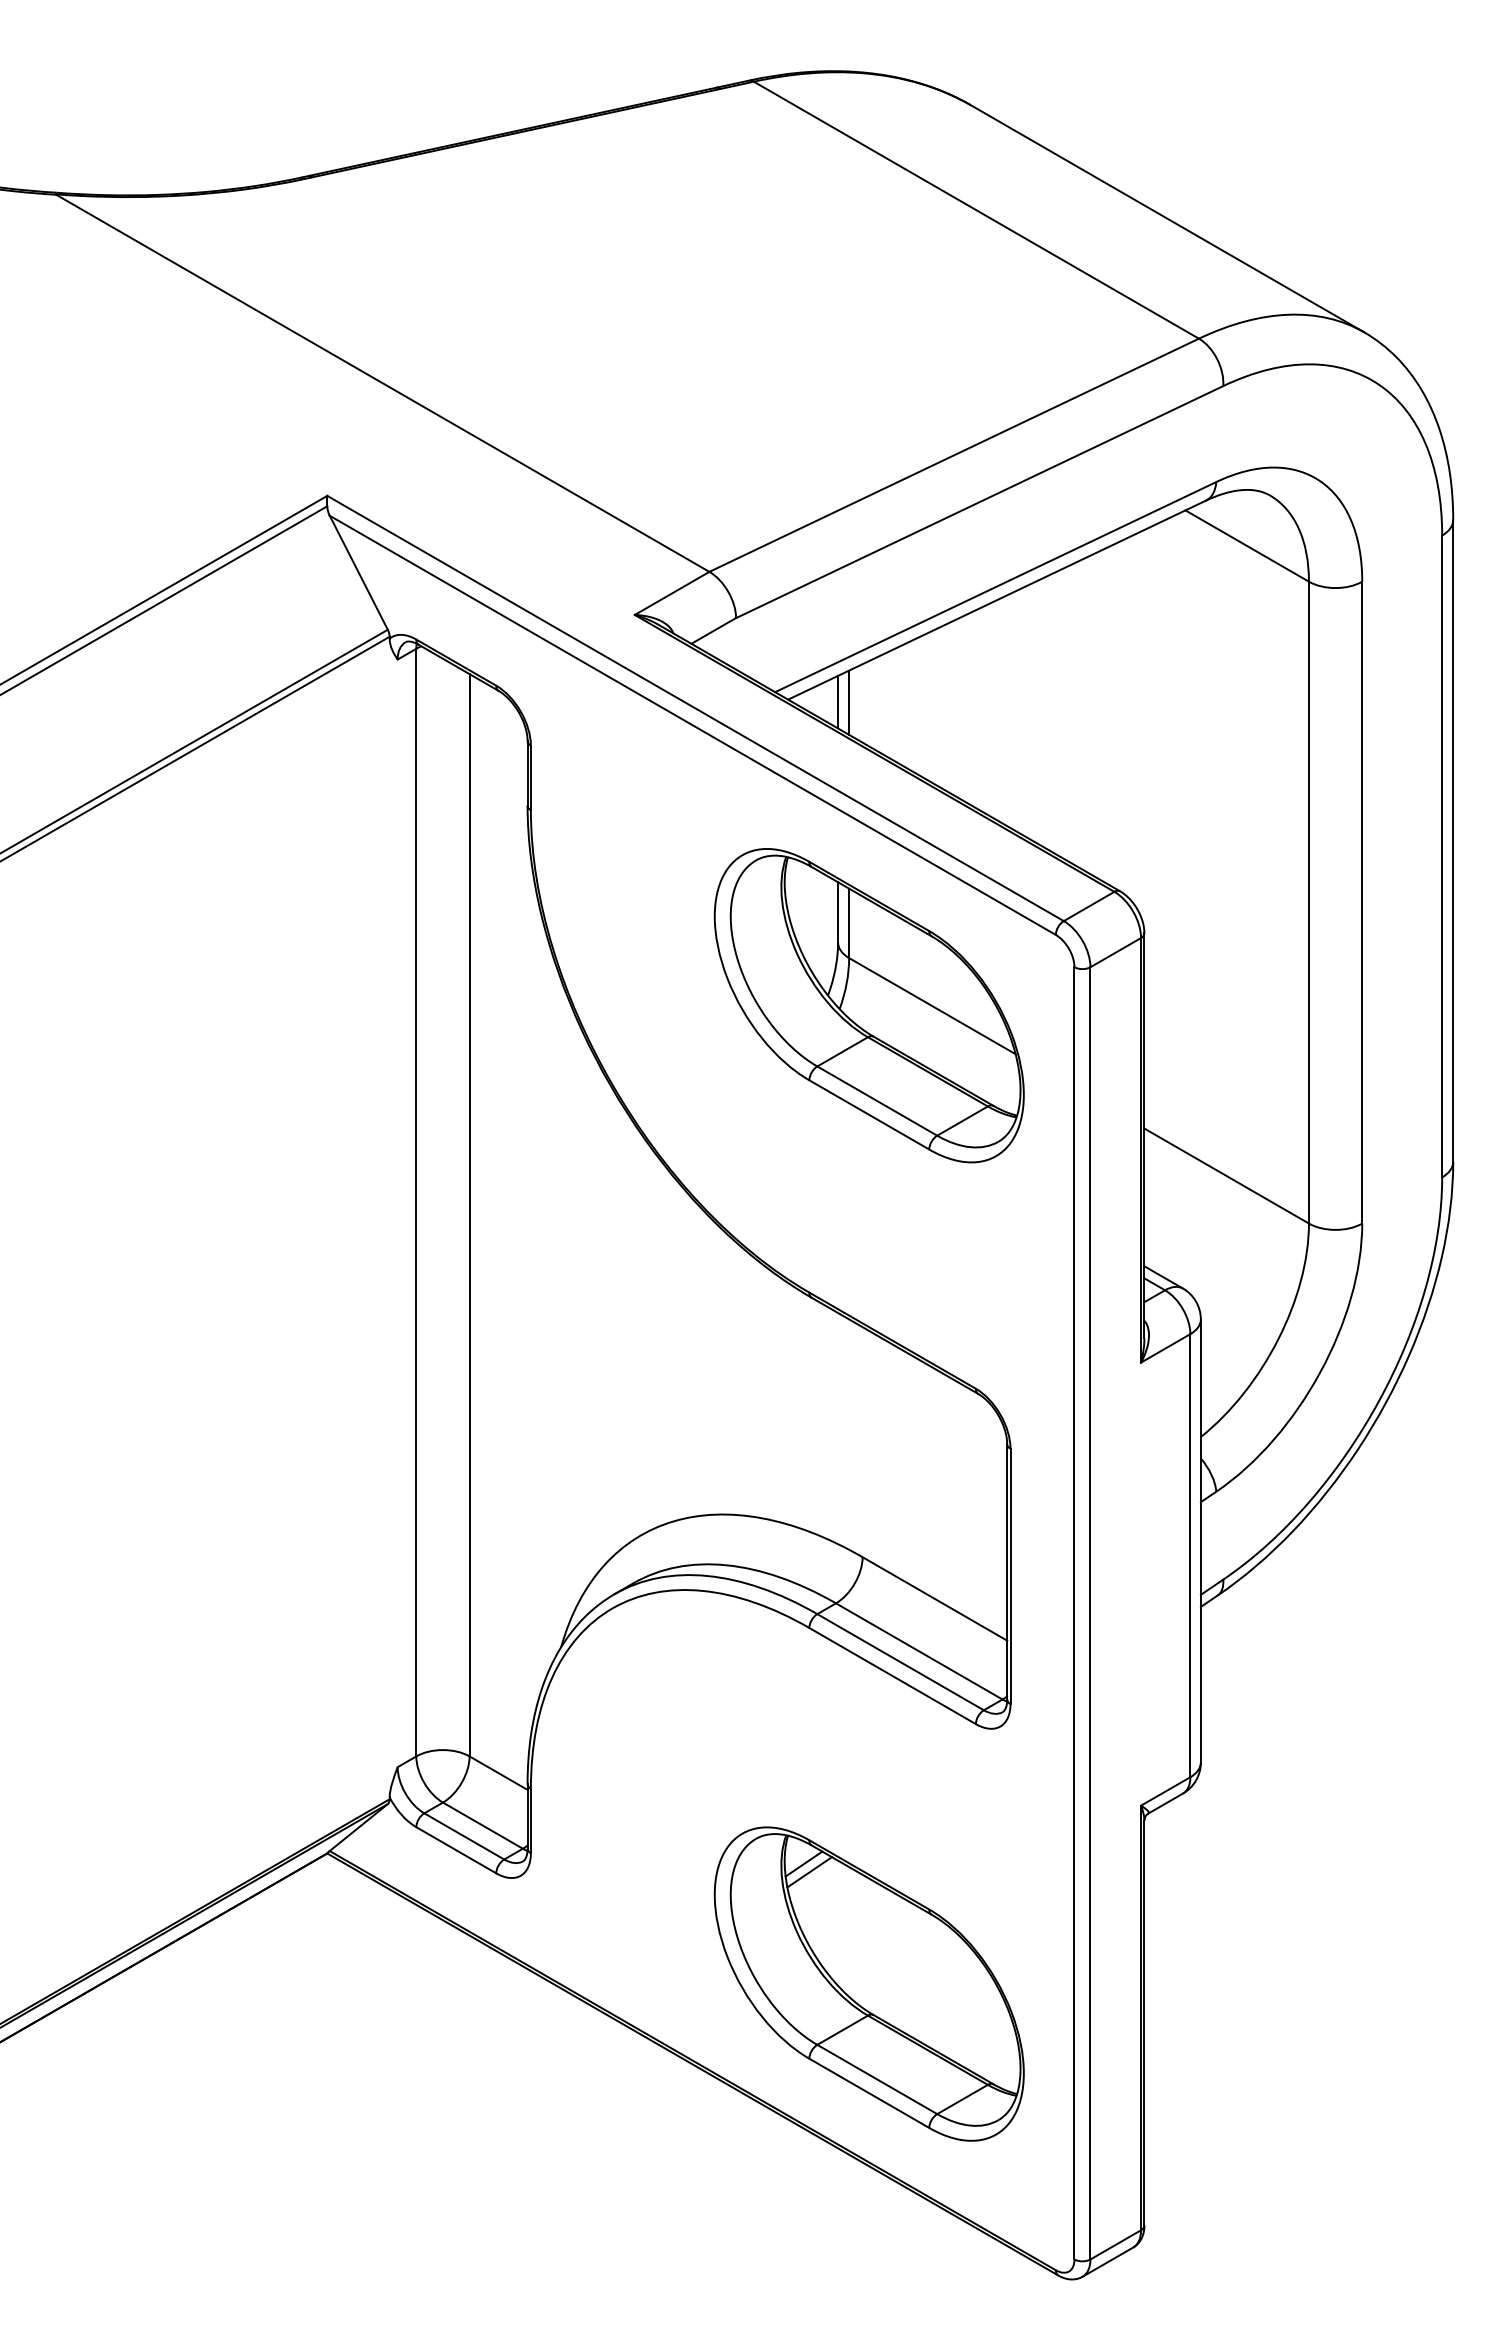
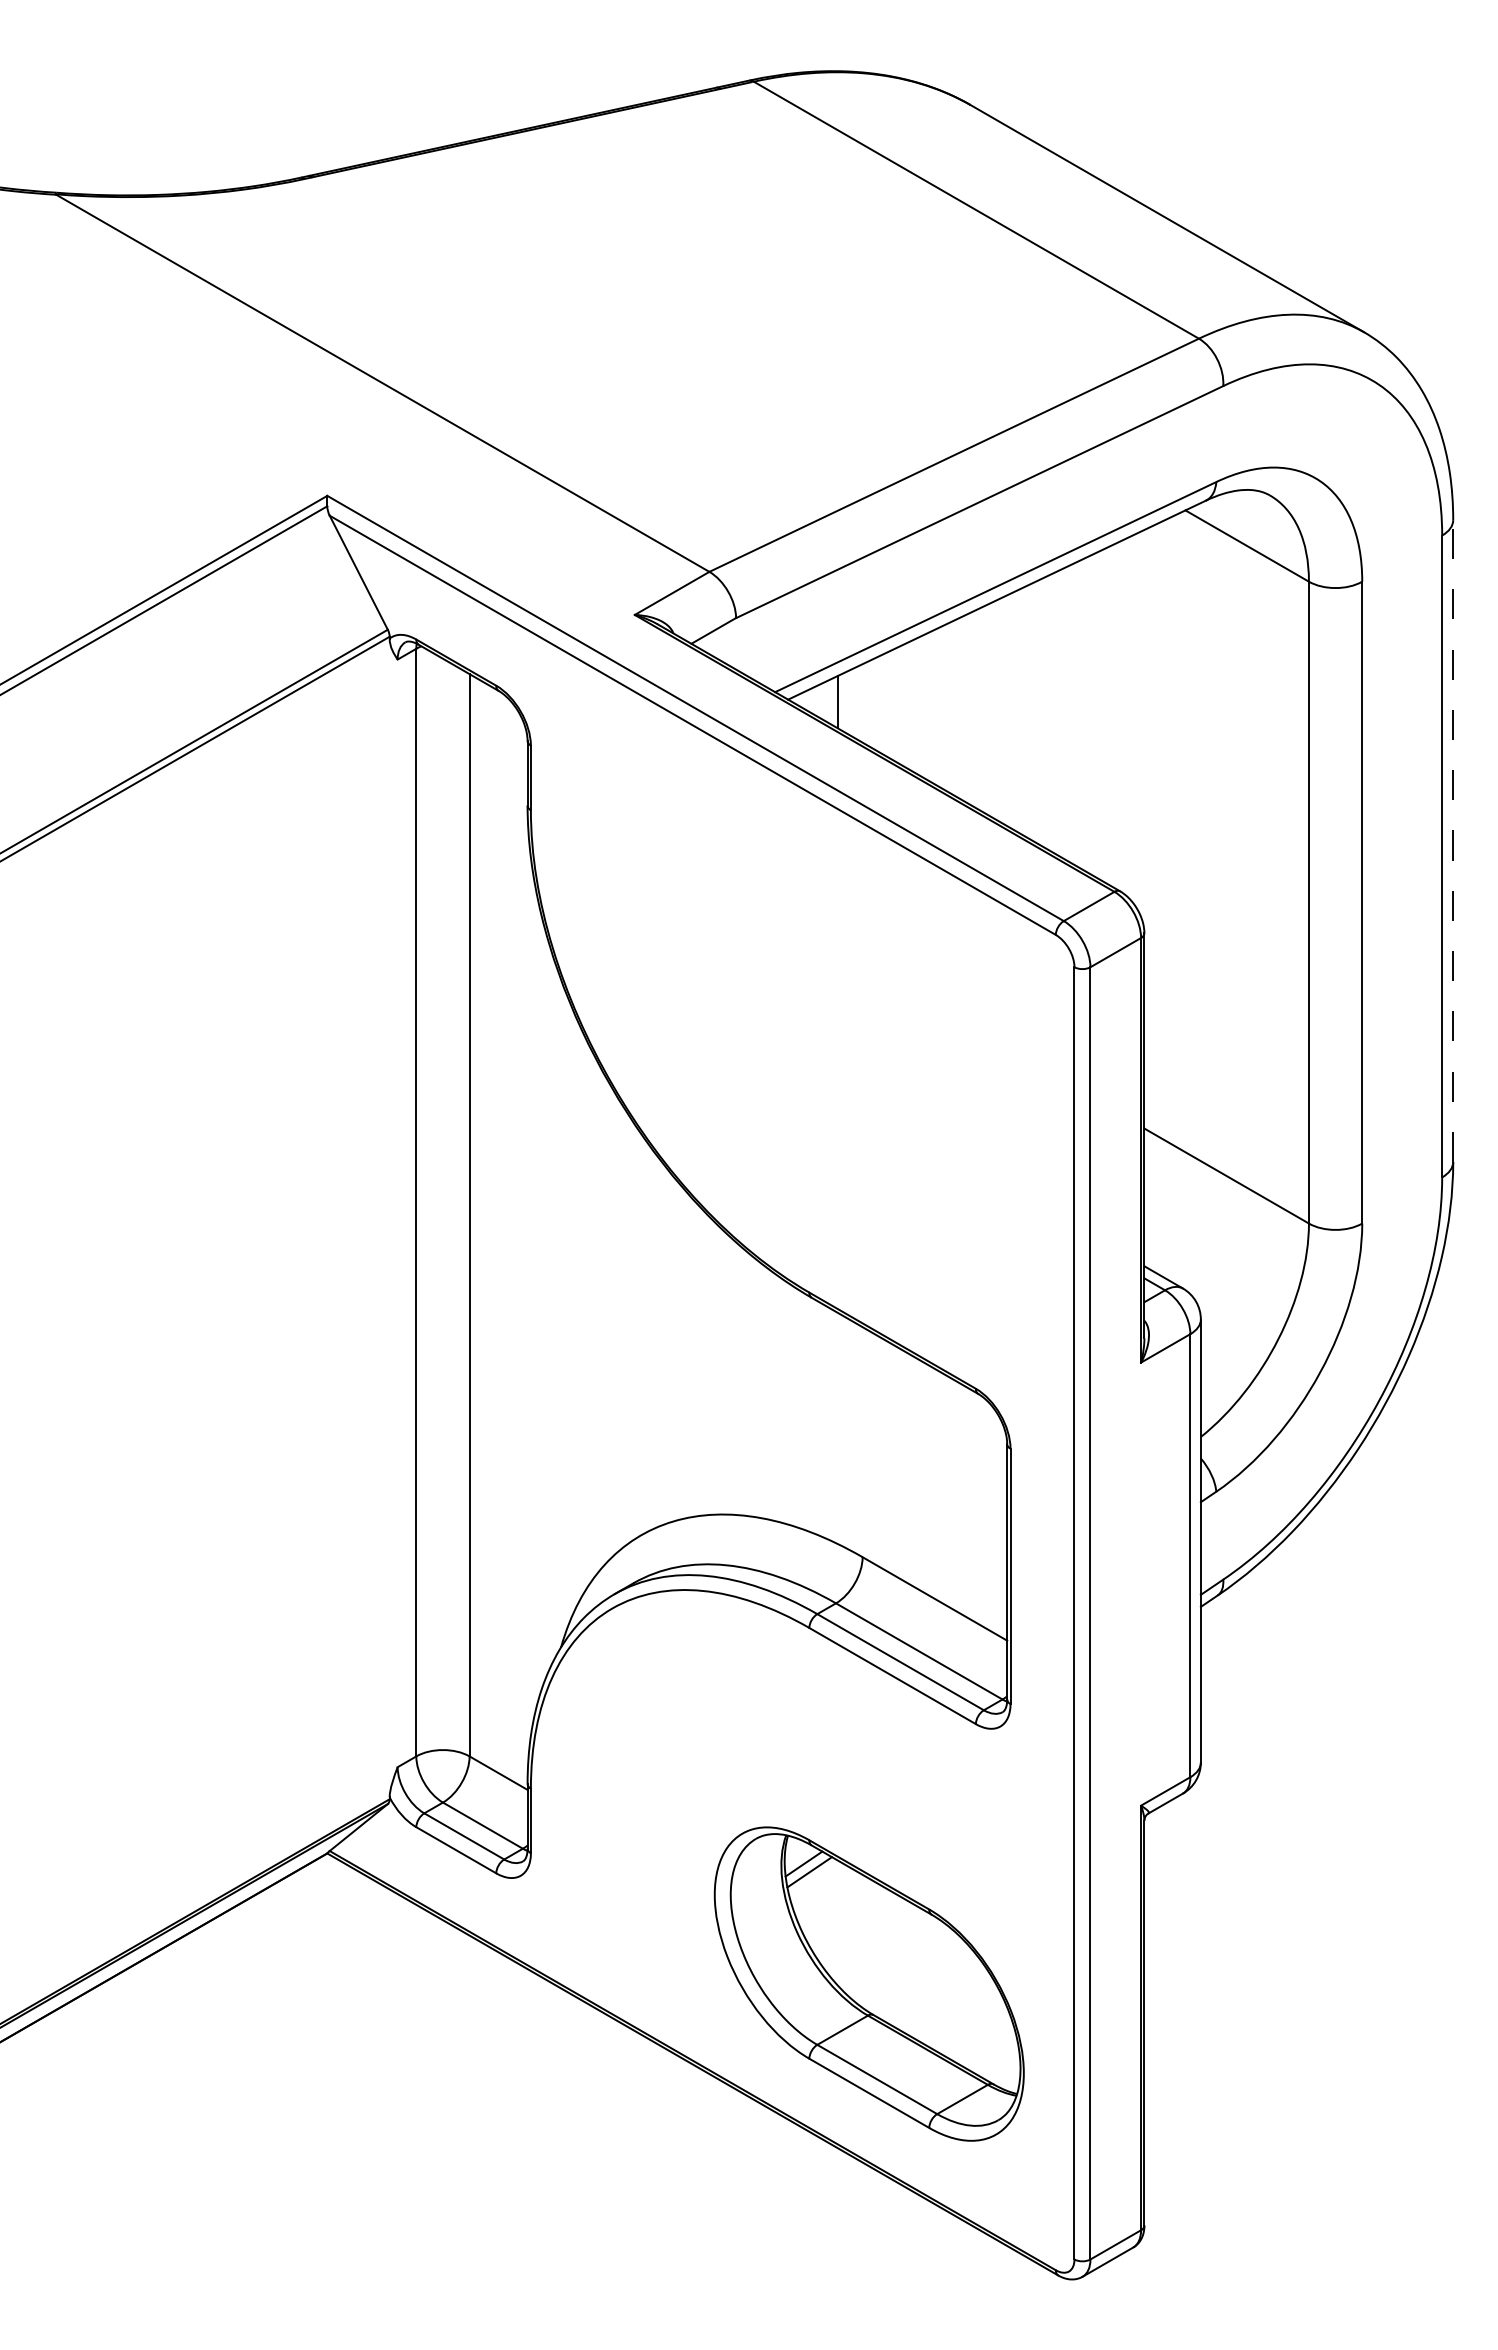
line at (849, 702): present -> none
line at (1453, 841): solid -> dashed
part at (868, 1005): present -> none
